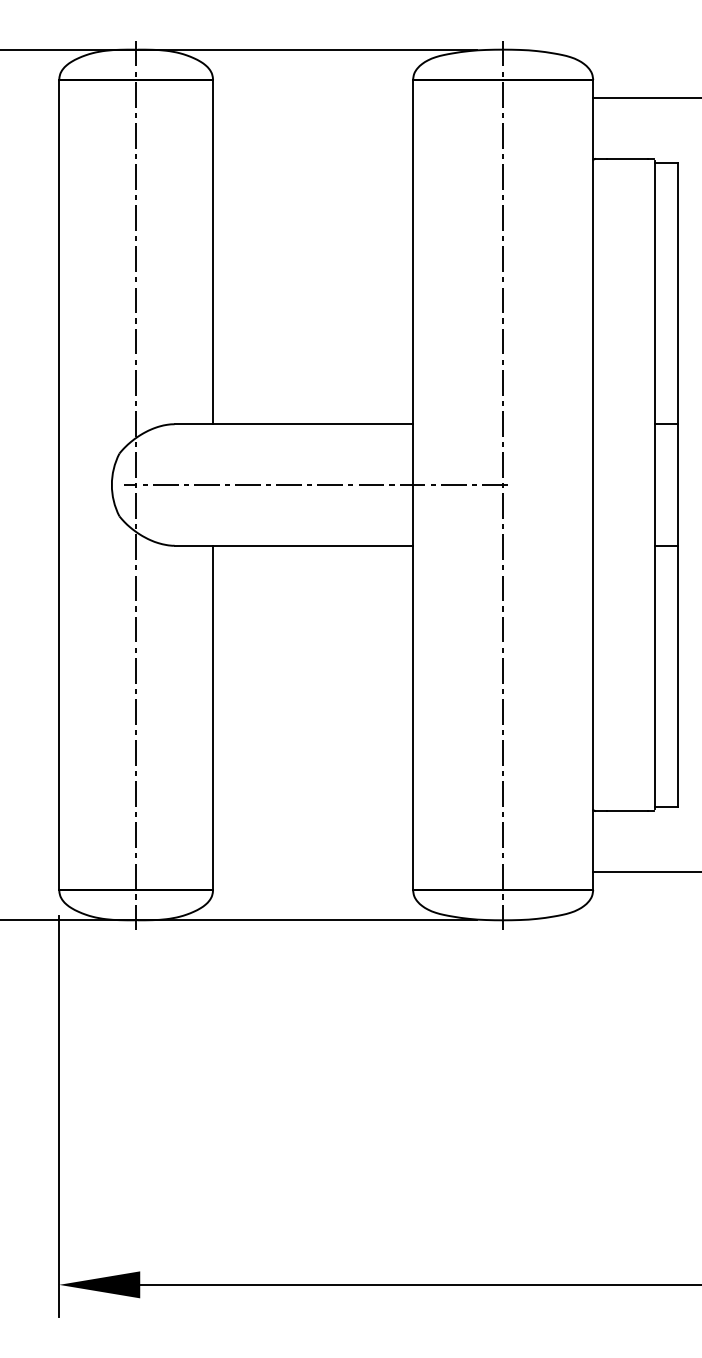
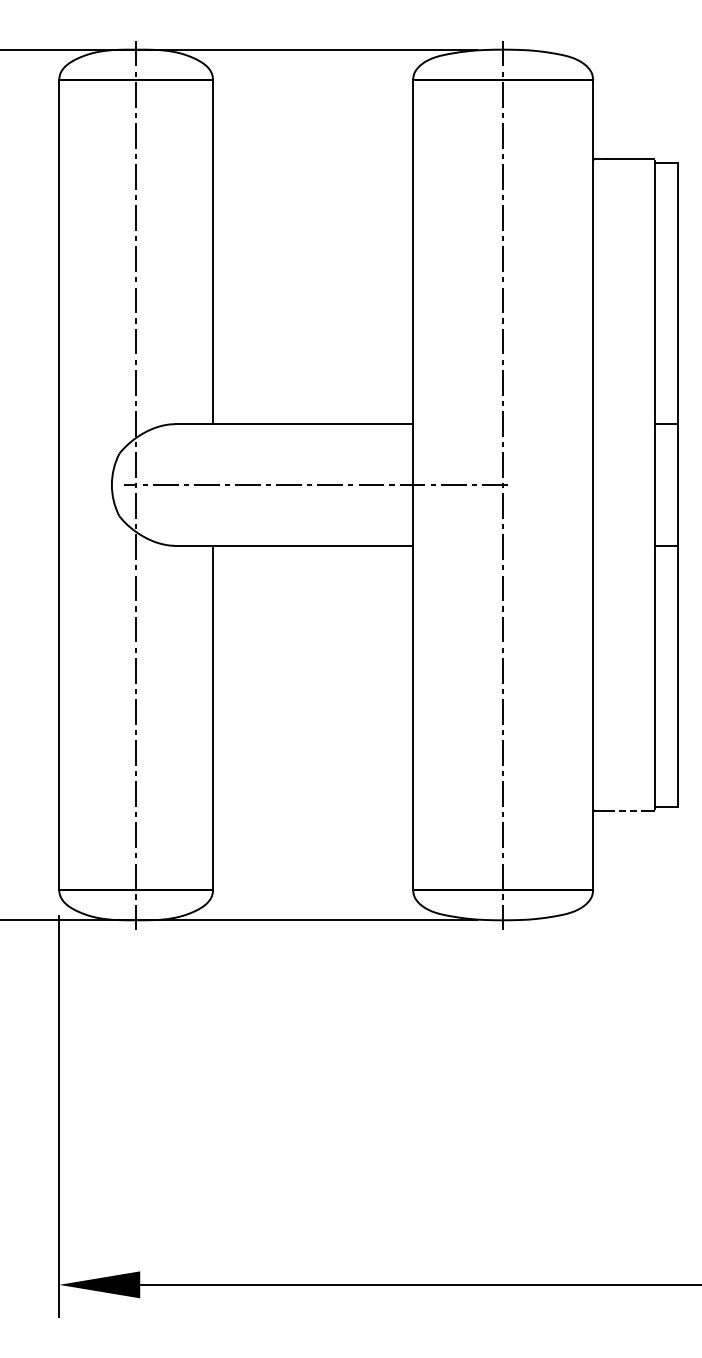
line at (645, 98): present -> none
line at (626, 810): solid -> dashed
line at (645, 871): present -> none
